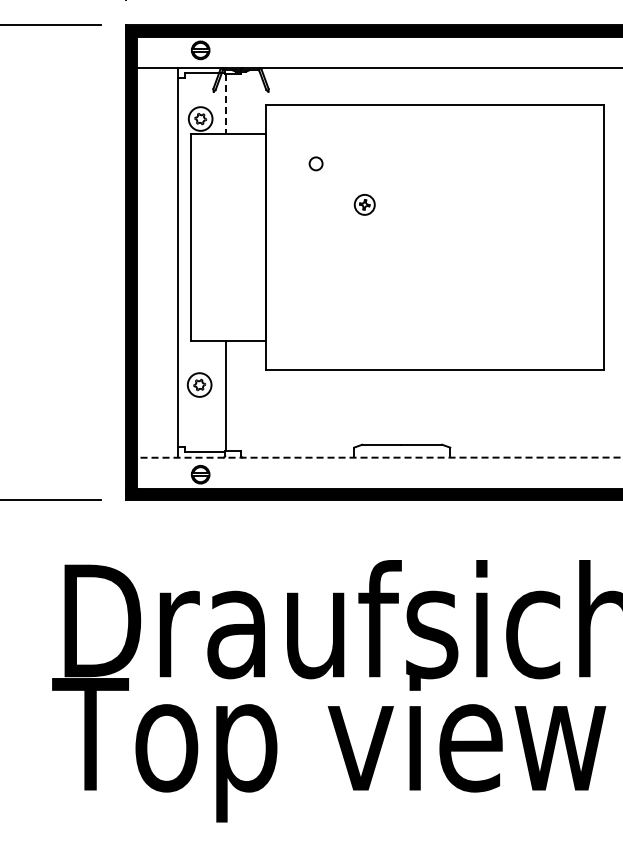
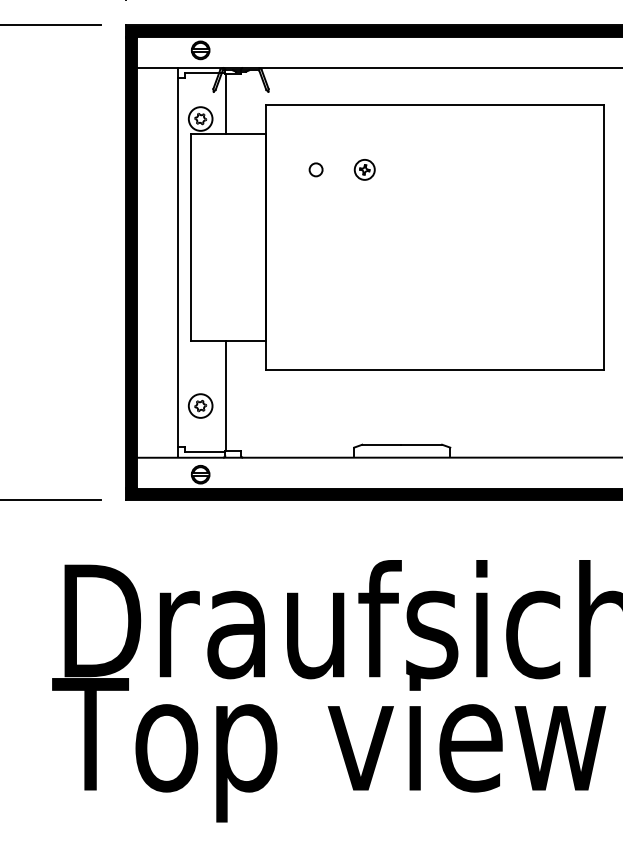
line at (225, 104): dashed -> solid
circle at (315, 163) position: (315, 163) -> (315, 169)
part at (364, 204) position: (364, 204) -> (364, 169)
part at (199, 384) position: (199, 384) -> (200, 405)
line at (379, 457): dashed -> solid
